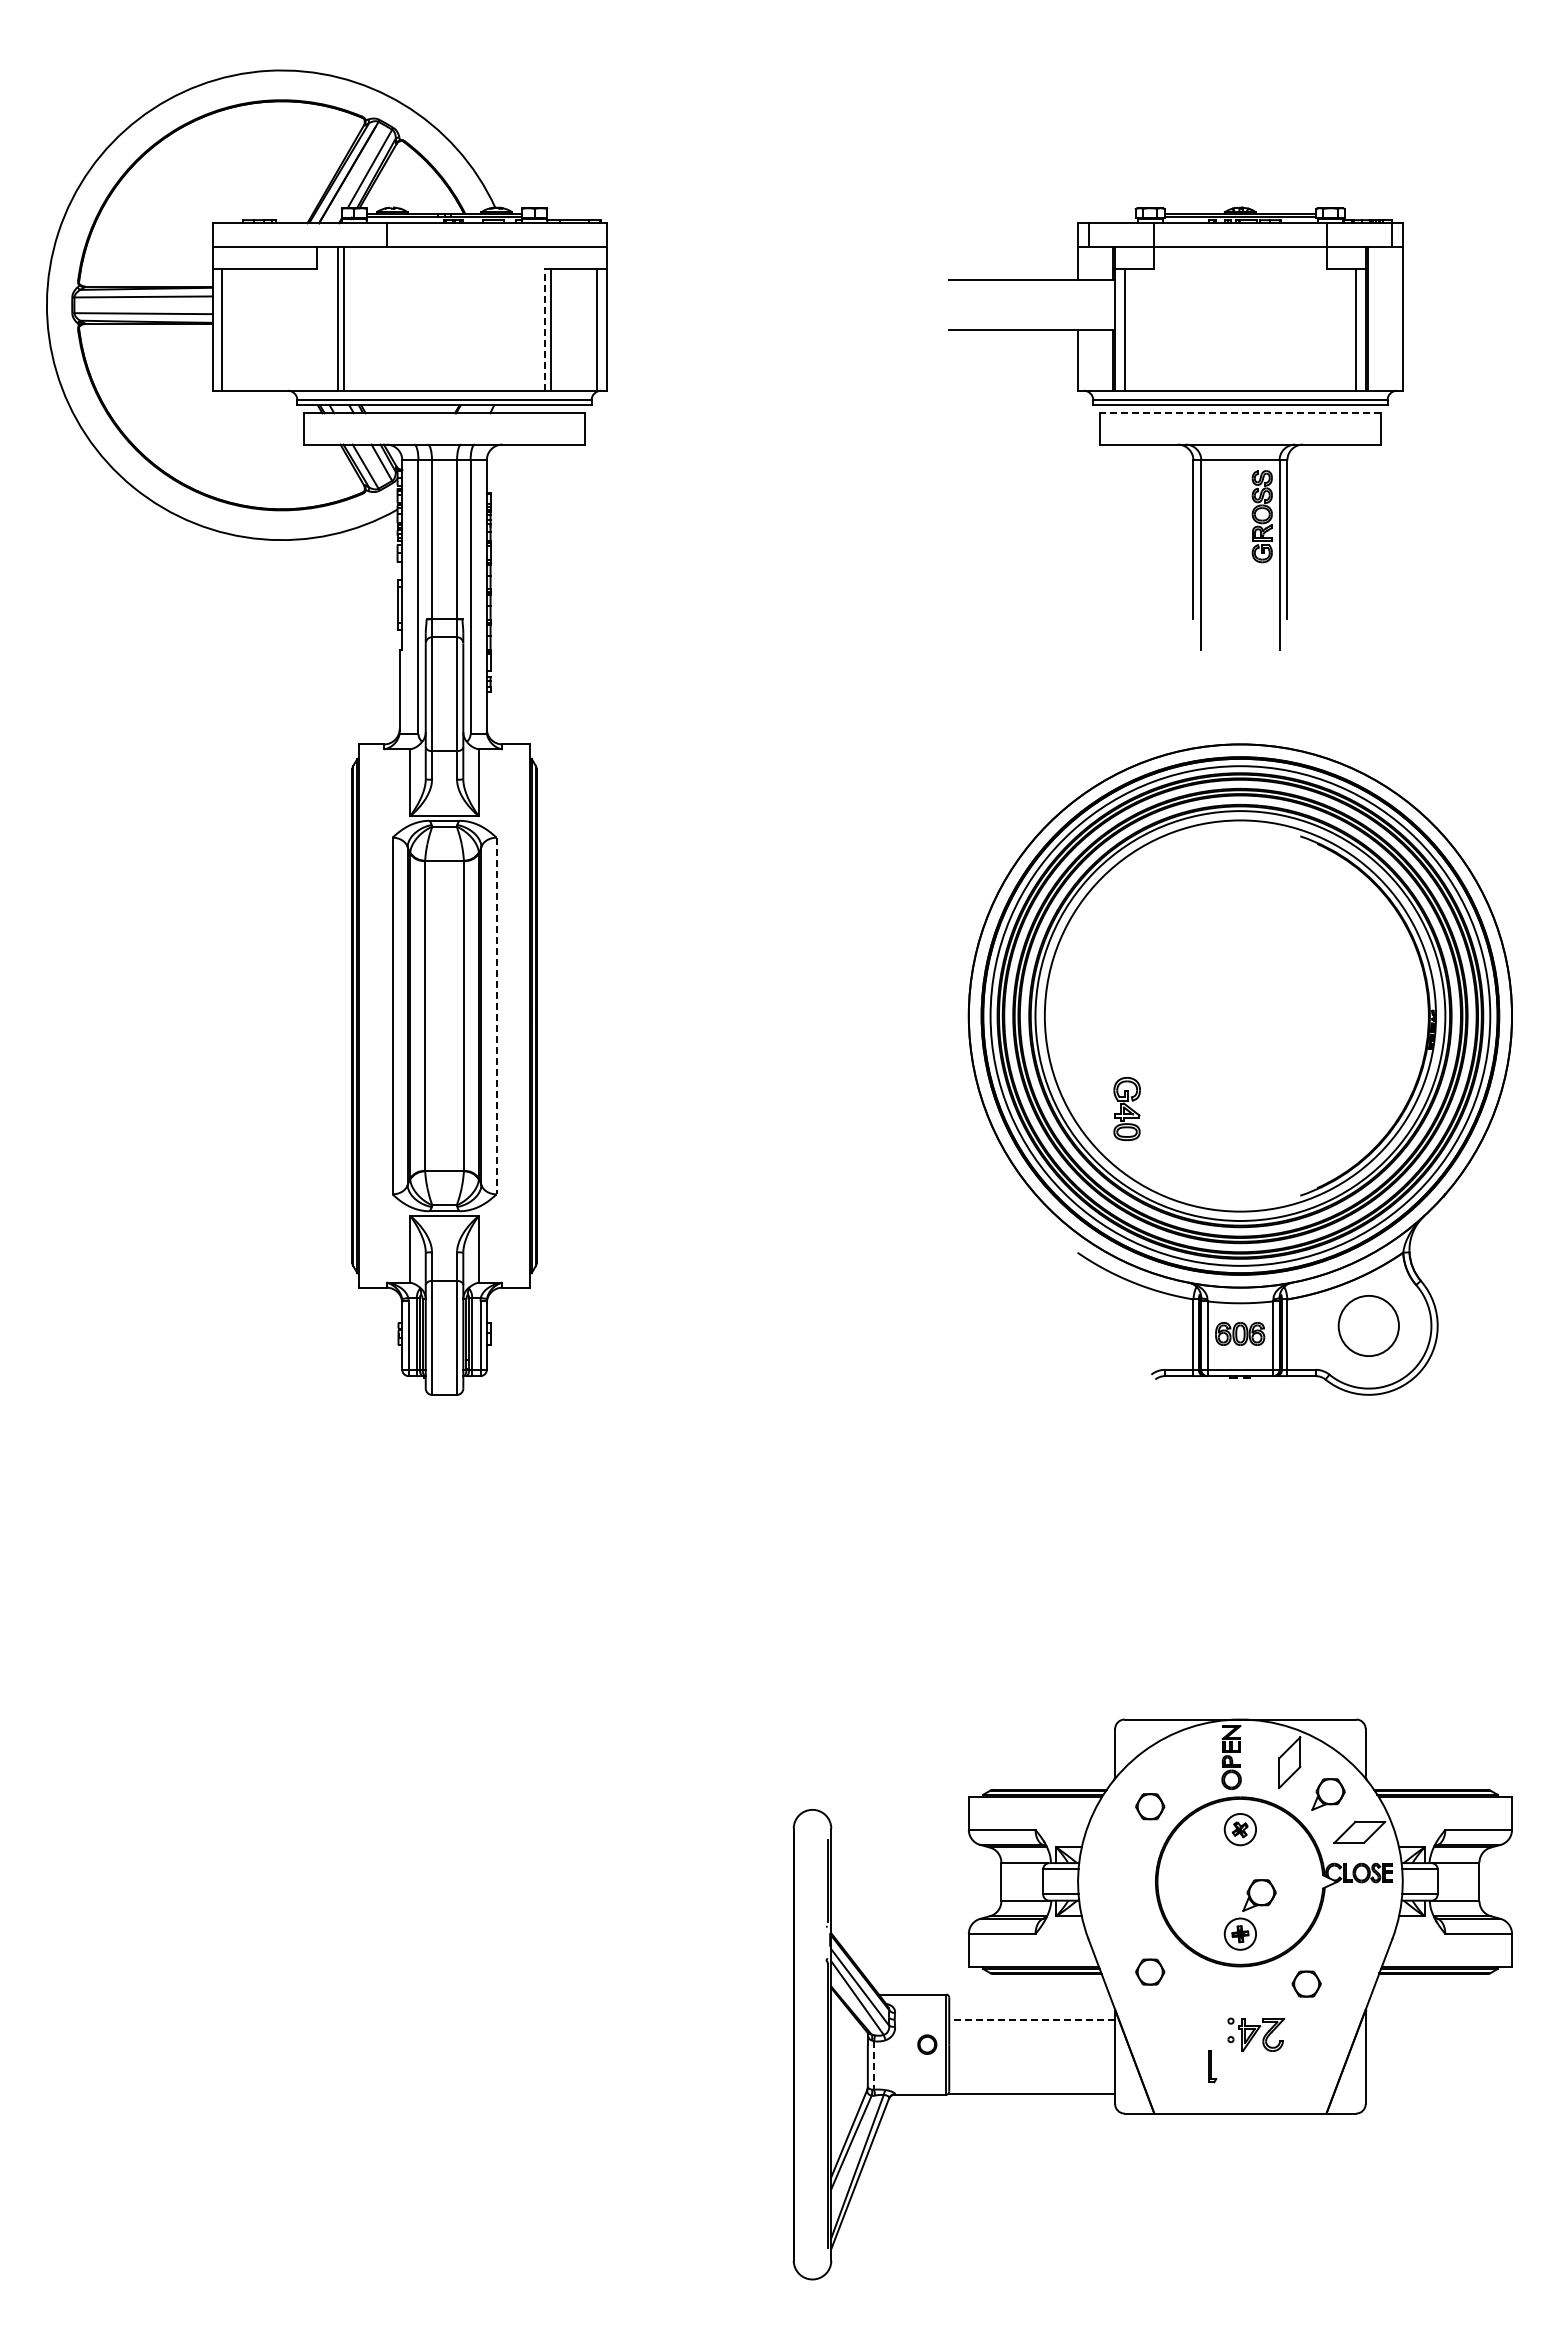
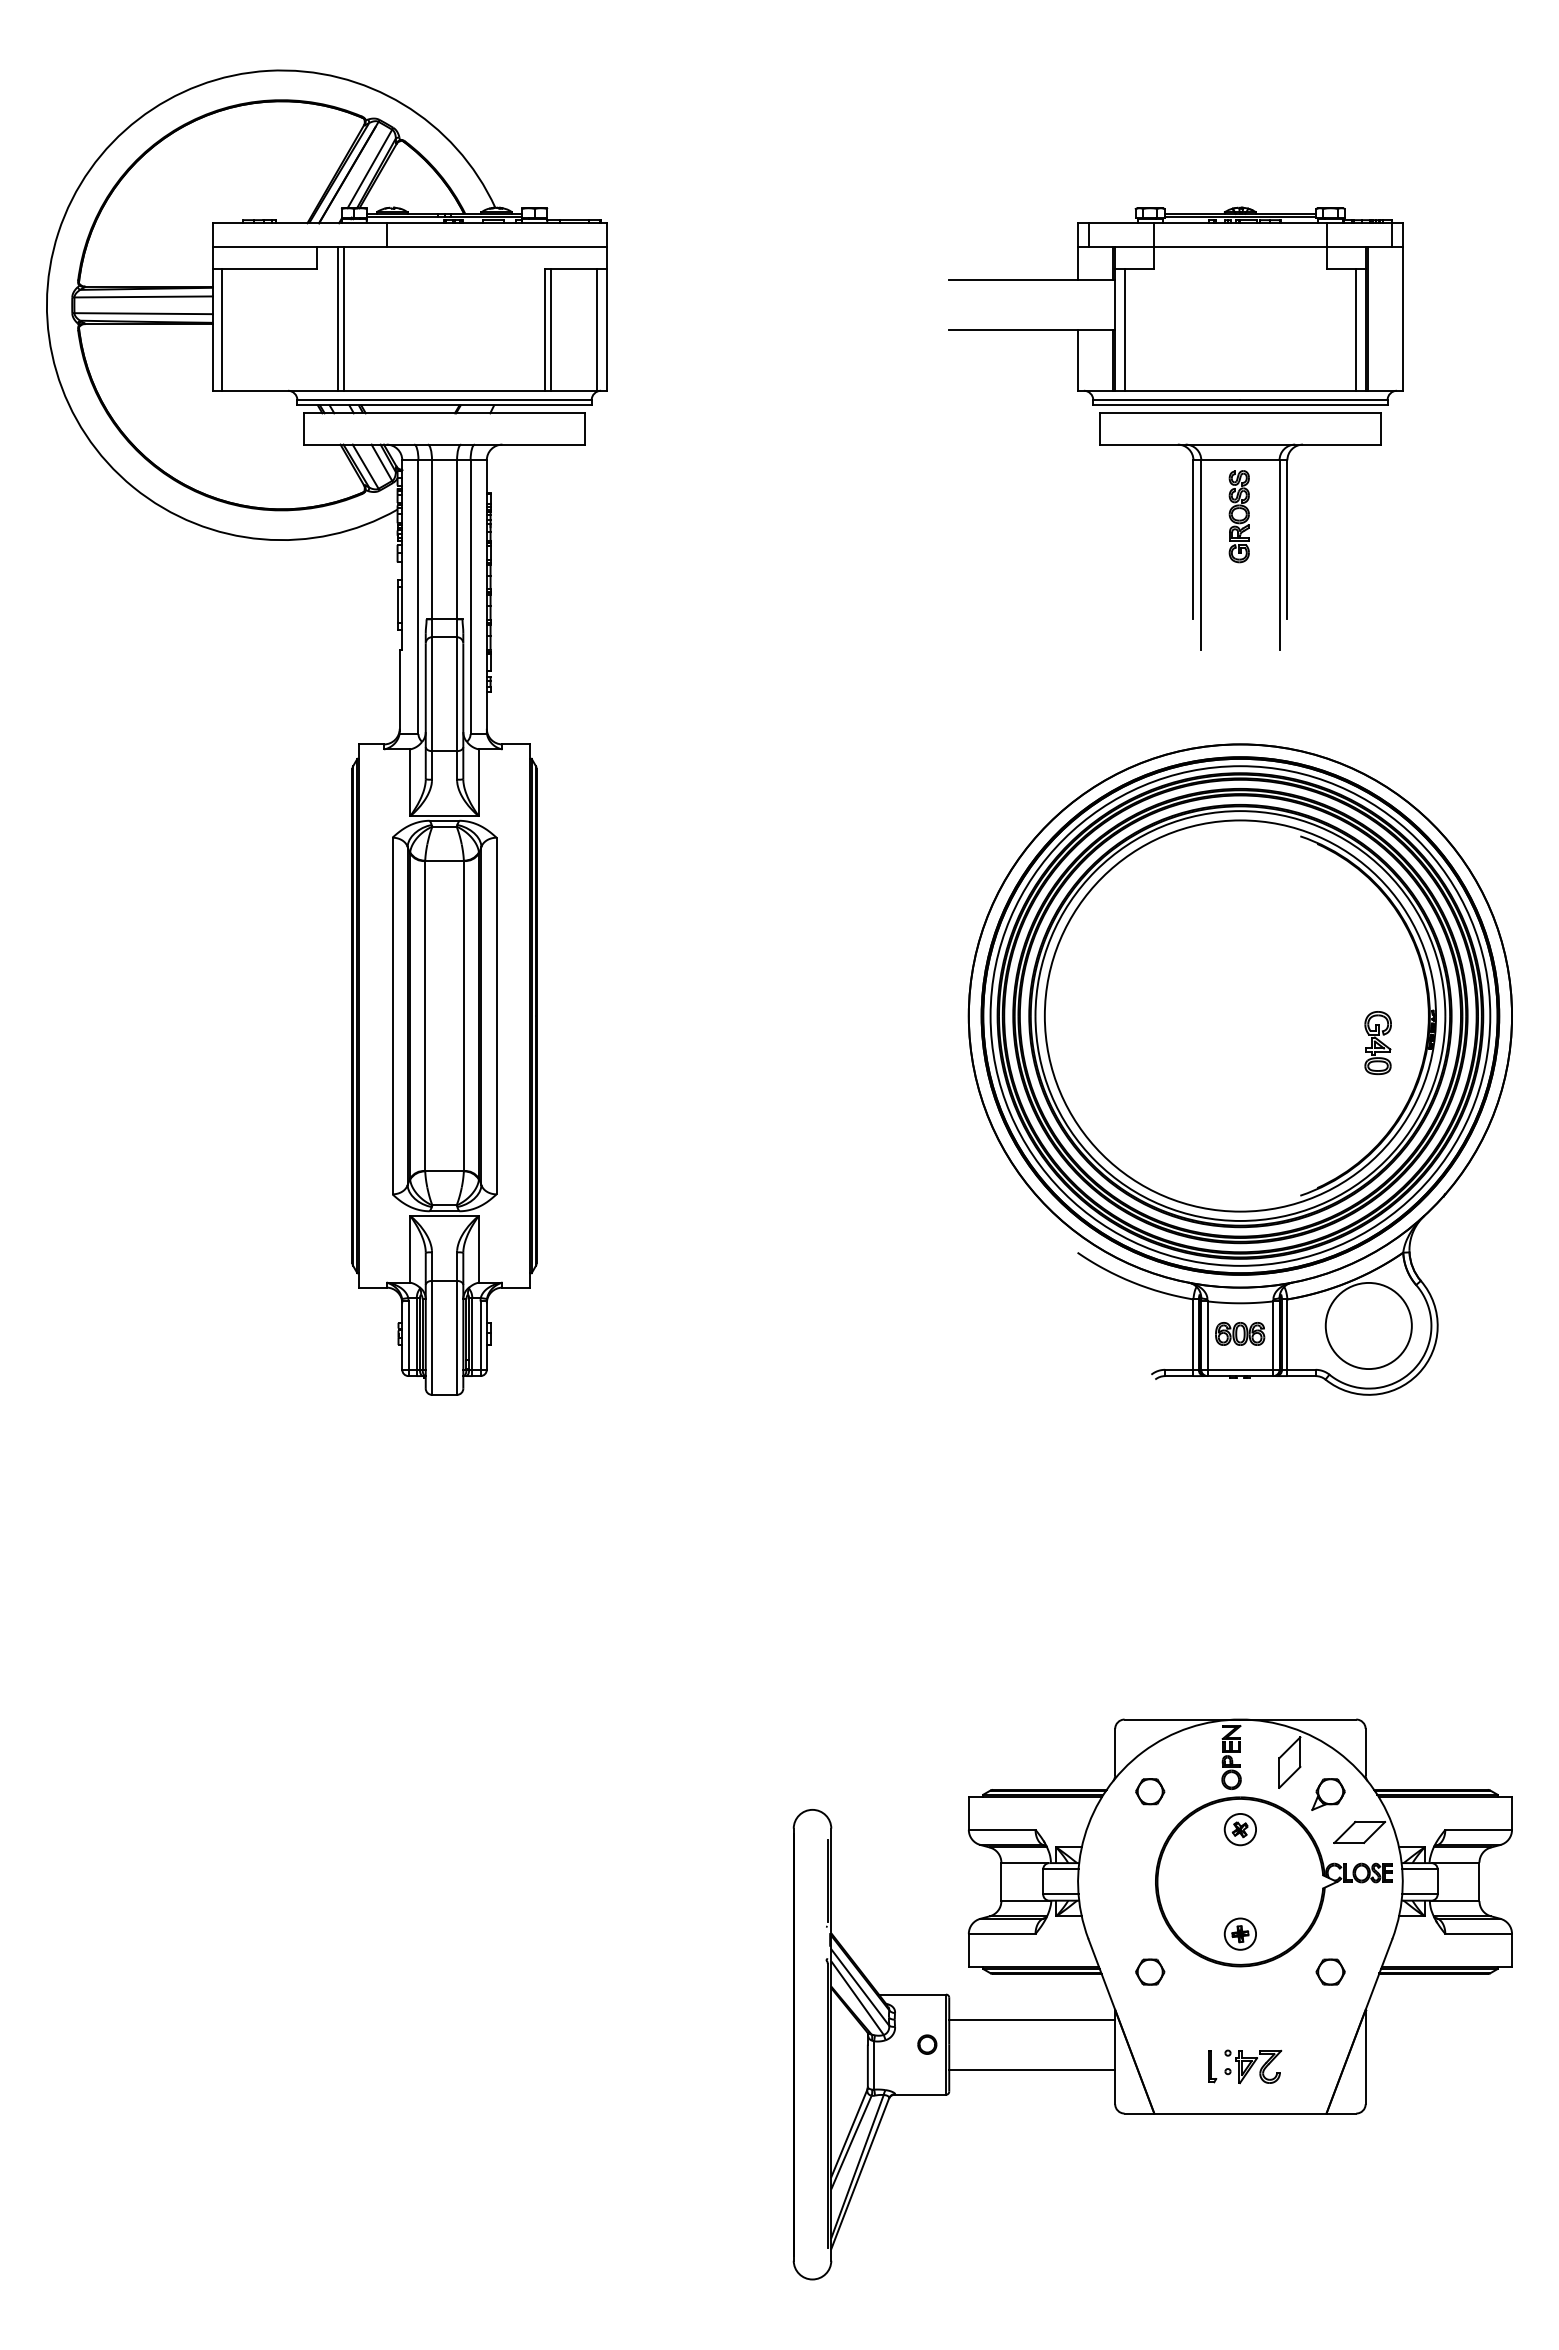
line at (545, 329): dashed -> solid
line at (1240, 413): dashed -> solid
part at (1261, 516) position: (1261, 516) -> (1238, 516)
line at (496, 1016): dashed -> solid
part at (1126, 1108) position: (1126, 1108) -> (1377, 1042)
circle at (1368, 1325) diameter: 60 px -> 86 px
part at (1150, 1806) position: (1150, 1806) -> (1150, 1791)
part at (1259, 1895): present -> none
part at (1306, 1983) position: (1306, 1983) -> (1330, 1971)
line at (1032, 2019): dashed -> solid
part at (1256, 2034) position: (1256, 2034) -> (1253, 2066)
line at (874, 2065): dashed -> solid
line at (1032, 2093) position: (1032, 2093) -> (1032, 2069)
